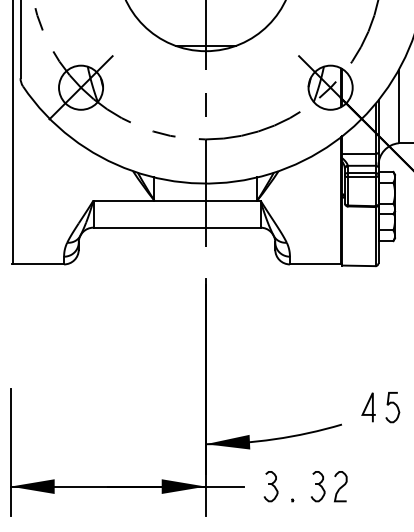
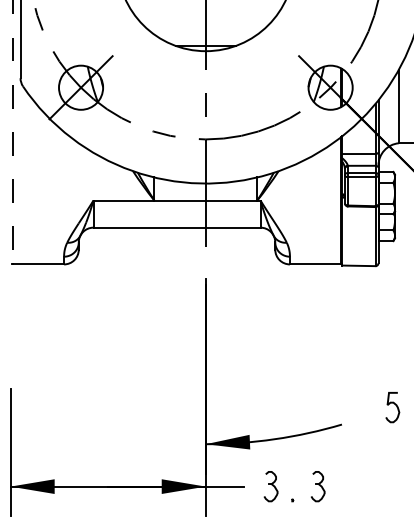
line at (12, 132): solid -> dashed
line at (367, 407): present -> none
part at (340, 486): present -> none
